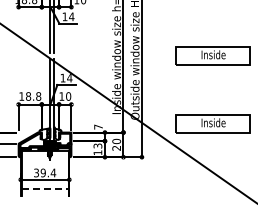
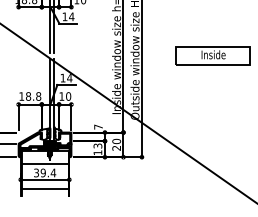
part at (212, 123): present -> none
line at (44, 163): none -> present
line at (45, 188): dashed -> solid
